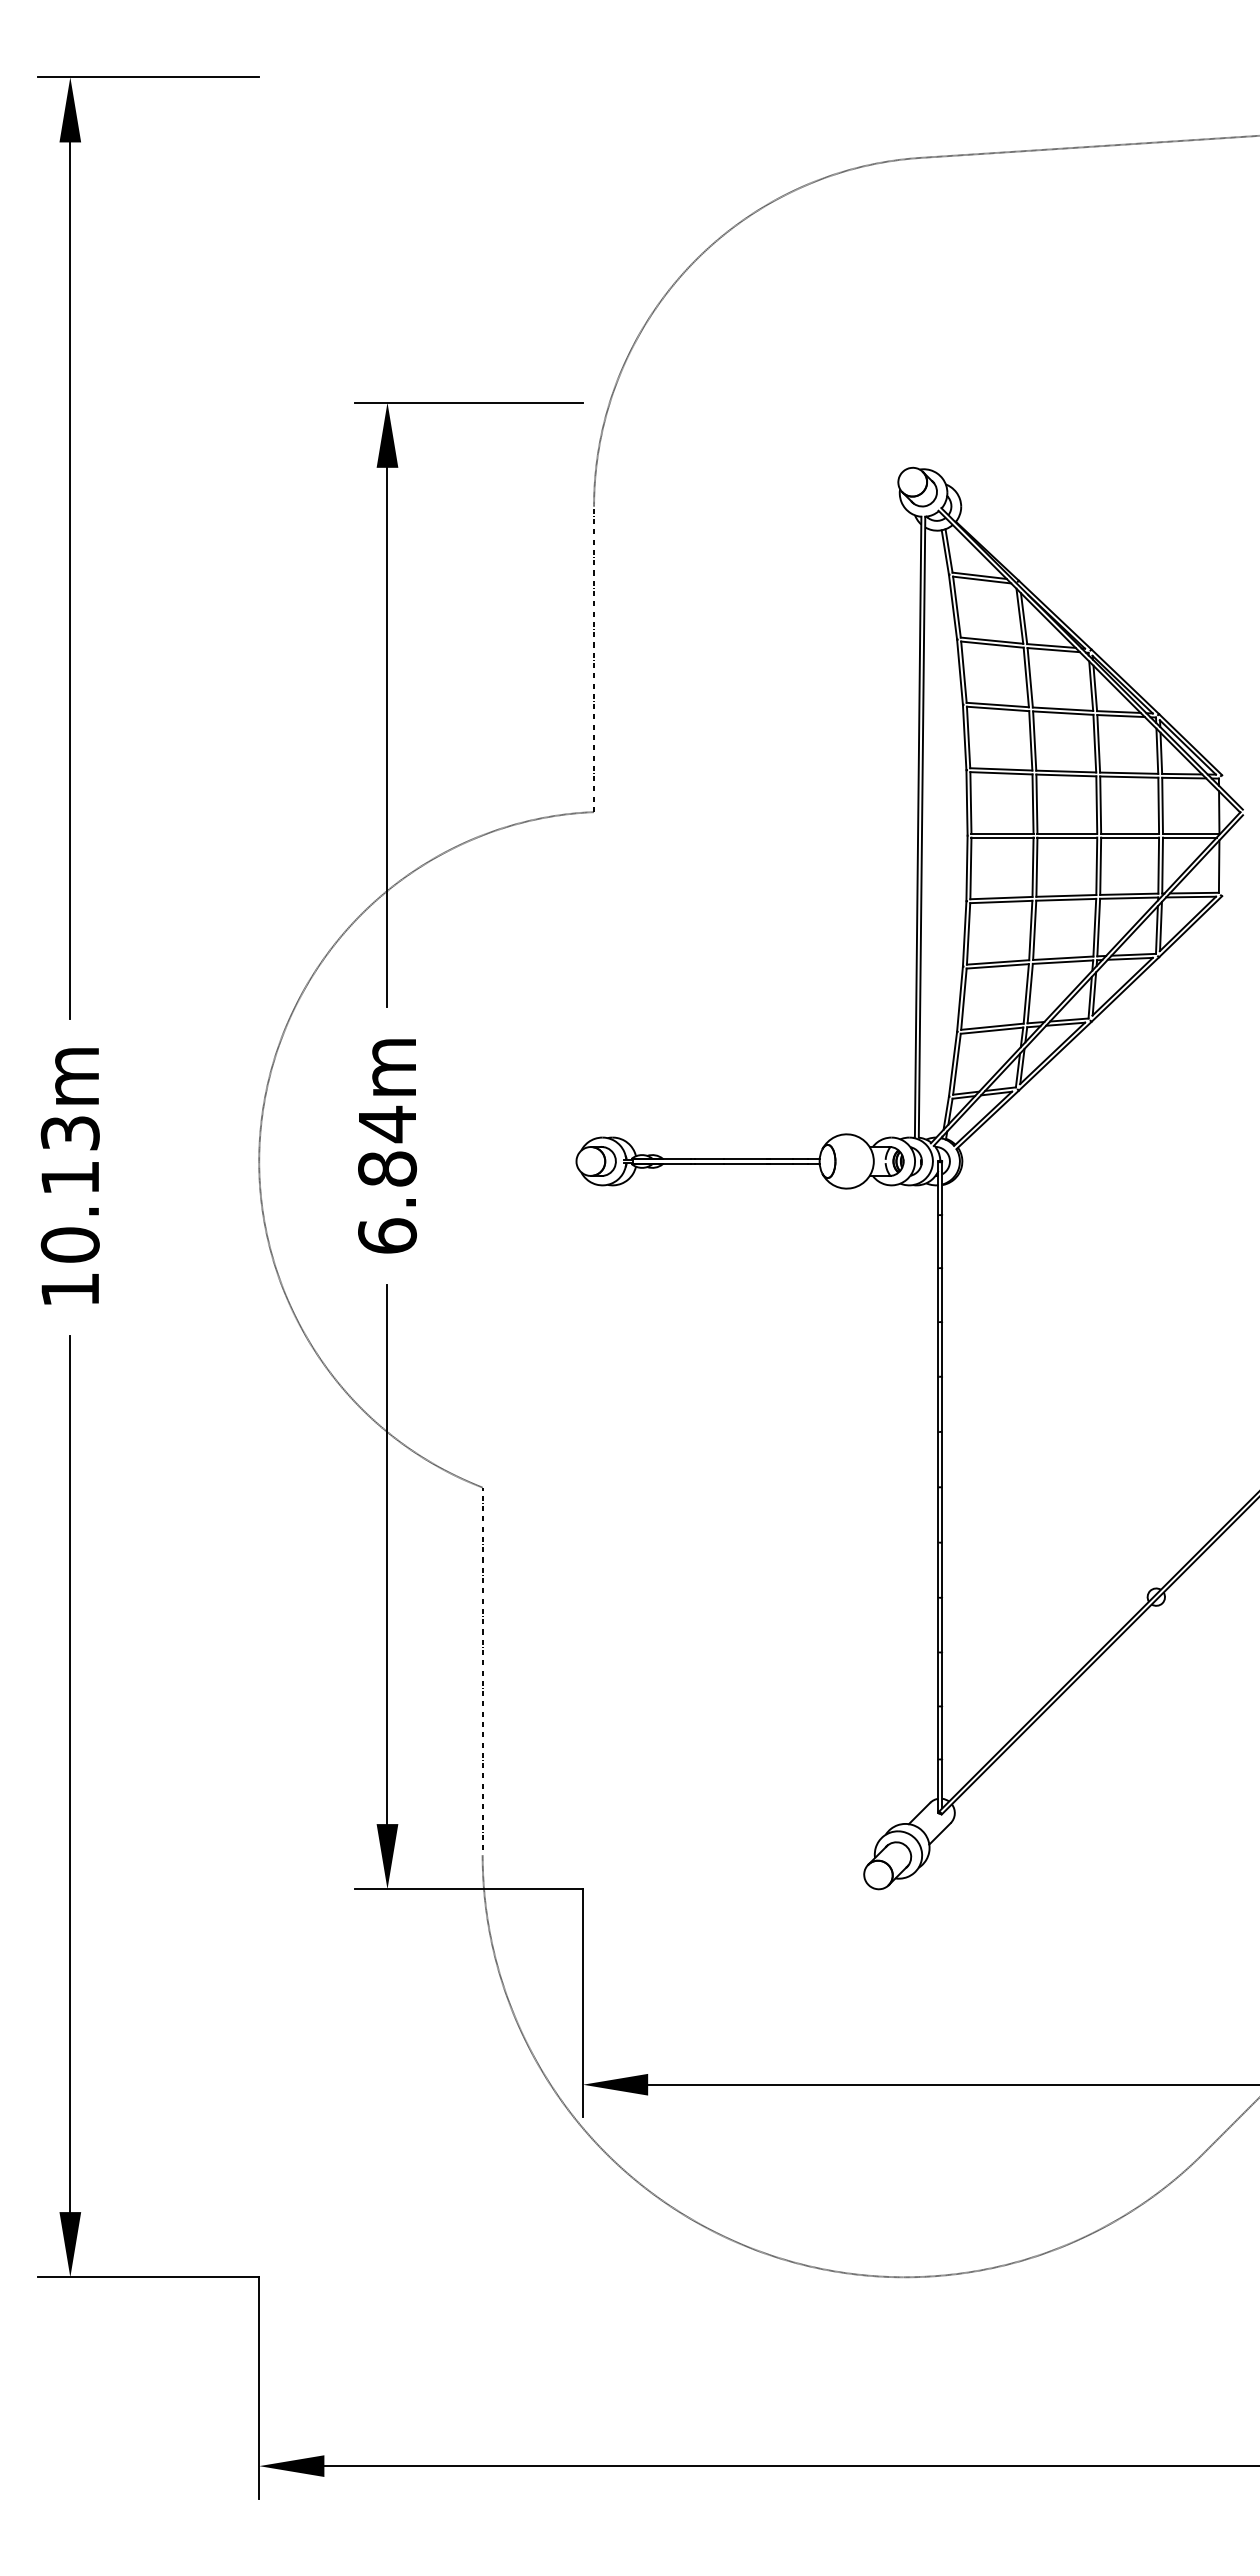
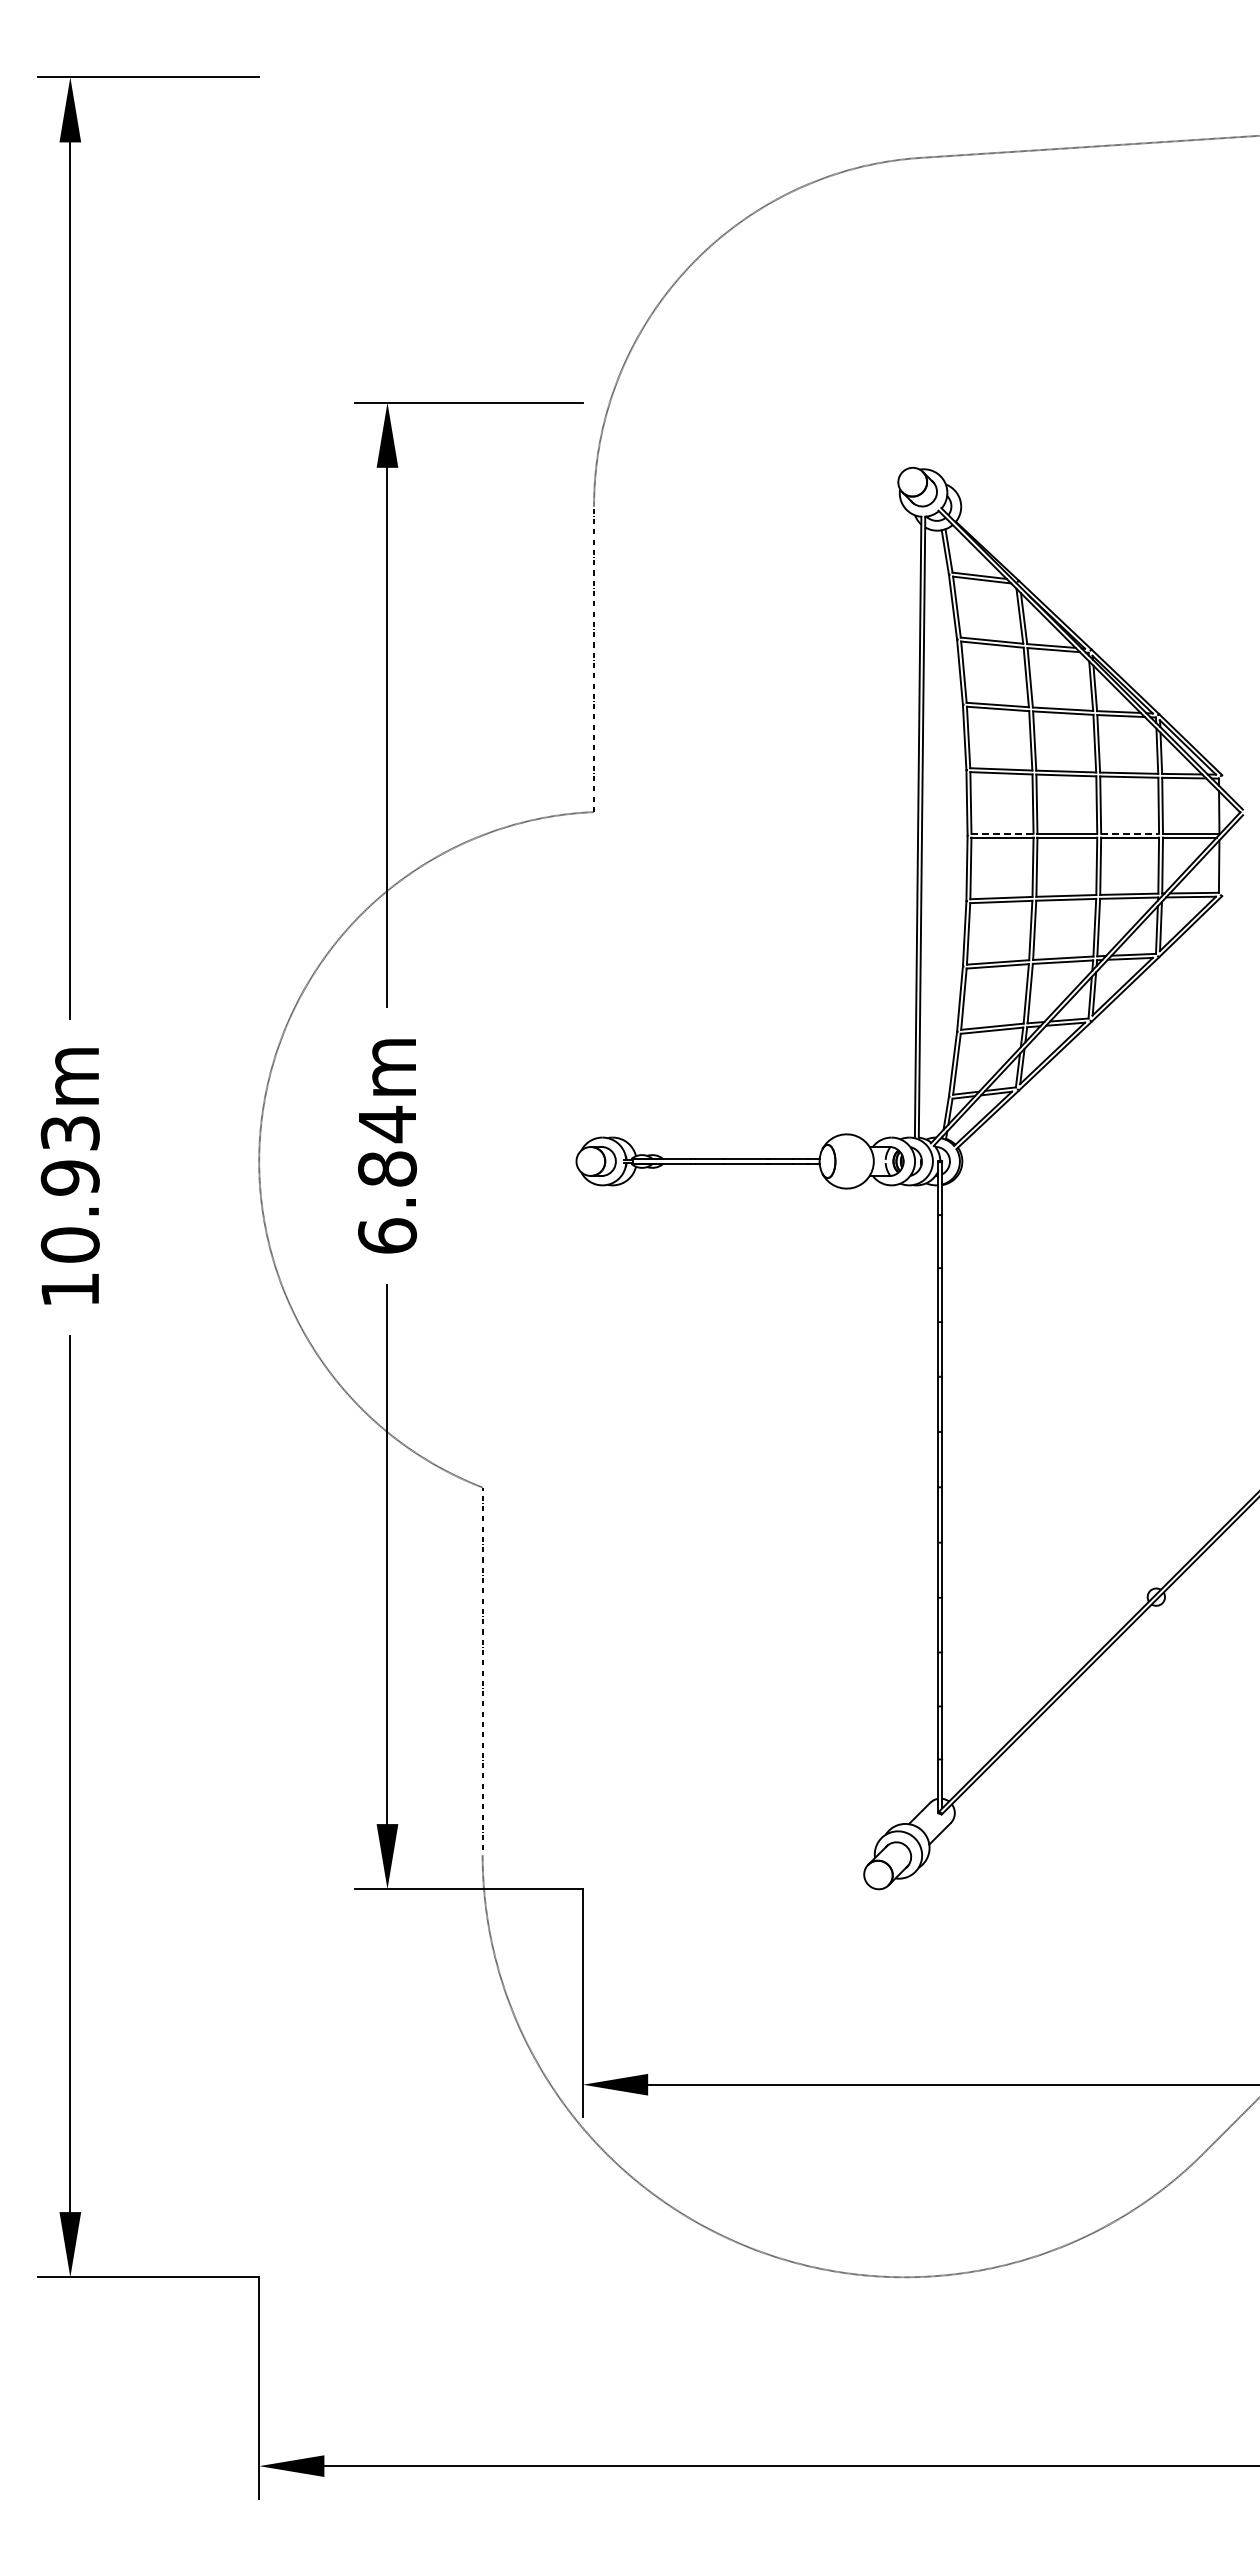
line at (1002, 833): solid -> dashed
line at (1130, 833): solid -> dashed
text at (69, 1177): 10.13m -> 10.93m
